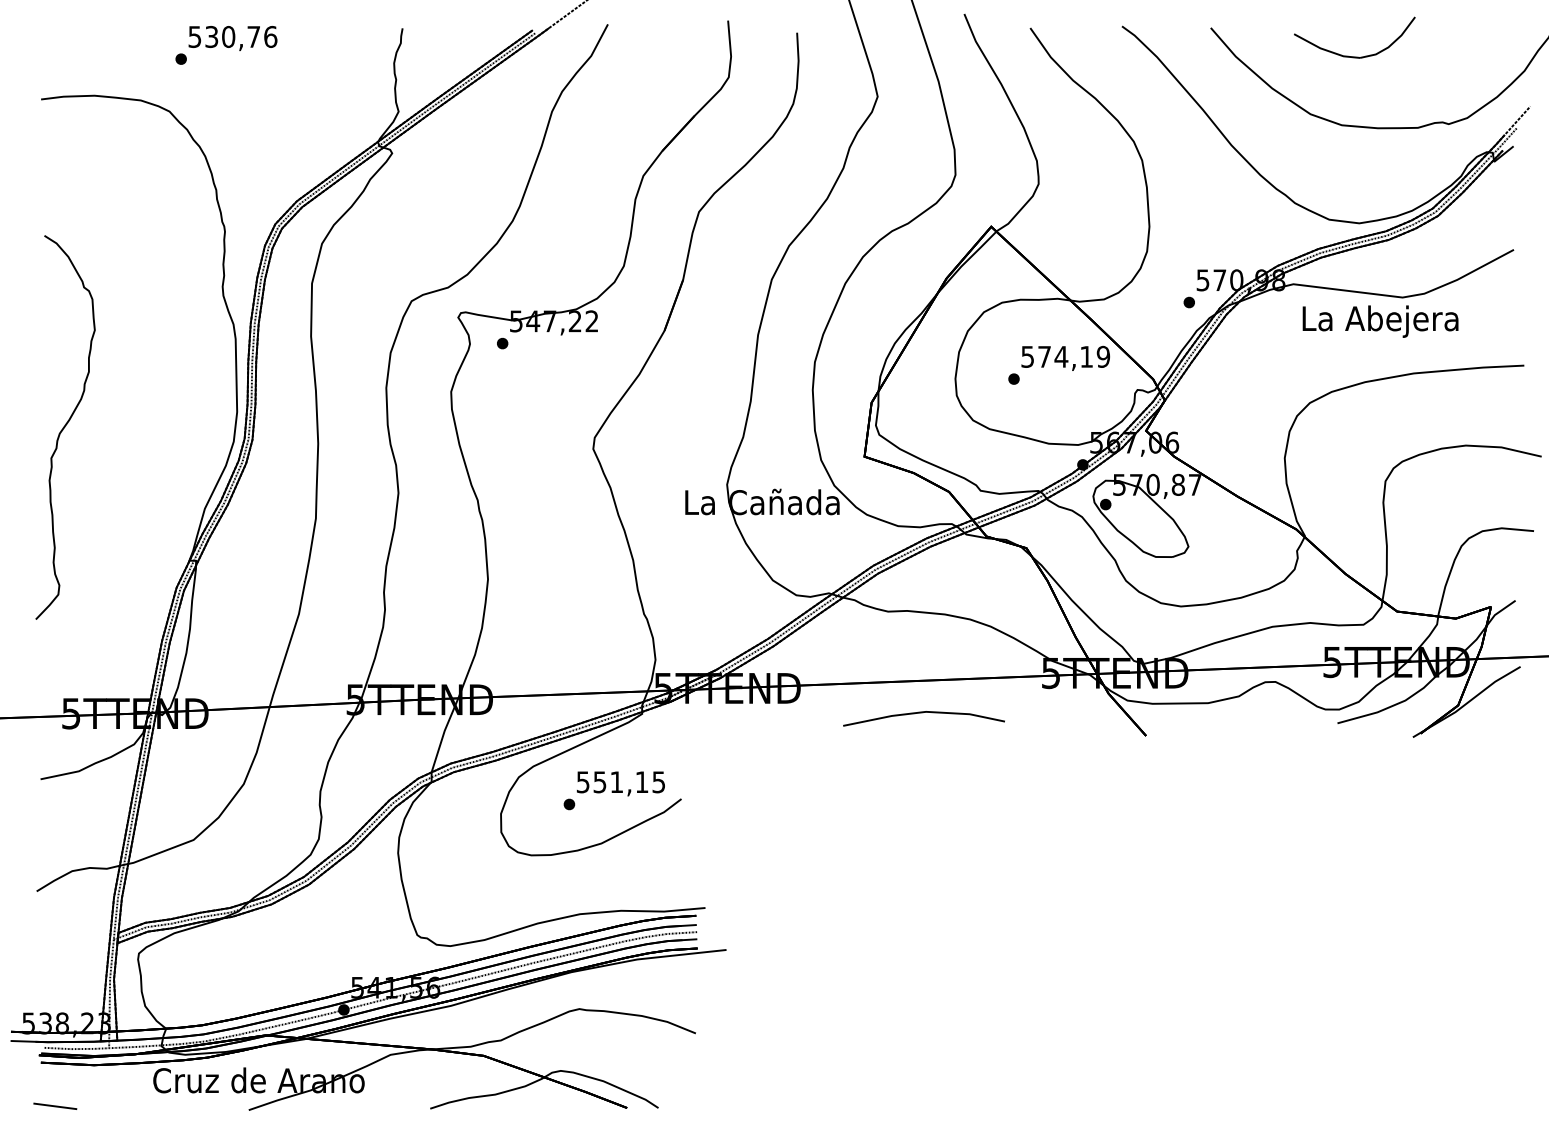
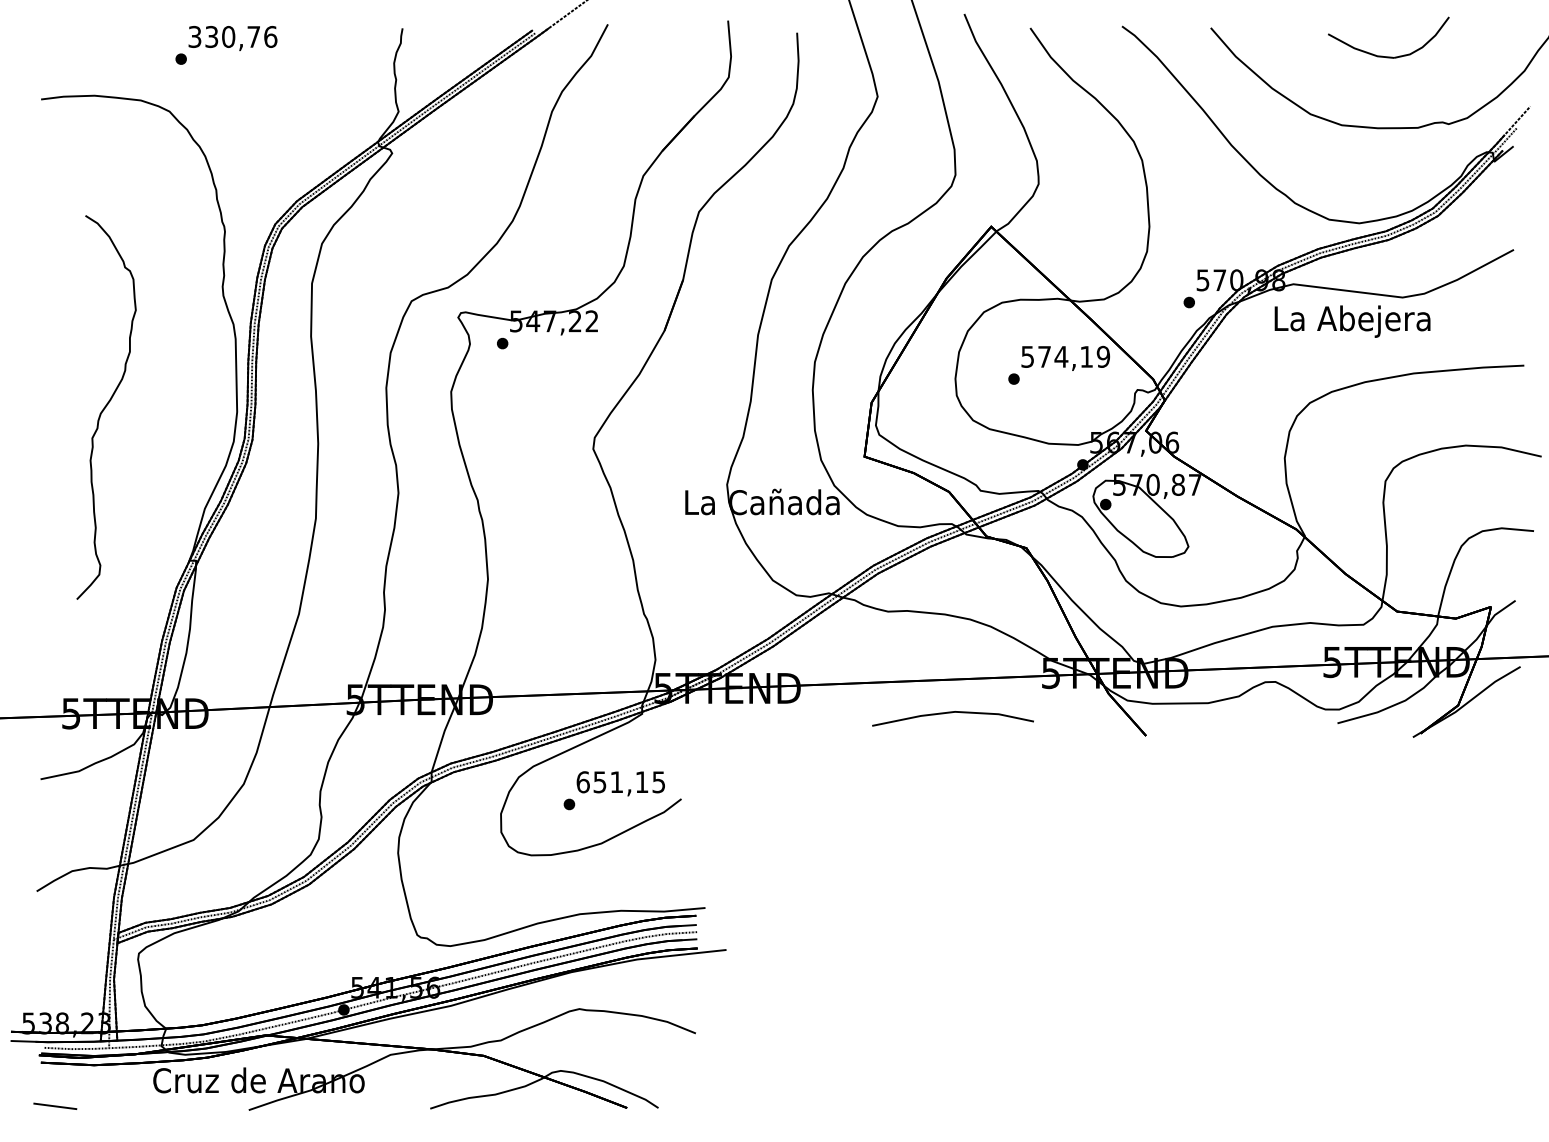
text at (195, 36): 530,76 -> 330,76
part at (1348, 55) position: (1348, 55) -> (1382, 55)
text at (1380, 321) position: (1380, 321) -> (1352, 321)
curve at (65, 427) position: (65, 427) -> (106, 407)
line at (923, 713) position: (923, 713) -> (952, 713)
text at (582, 782): 551,15 -> 651,15
